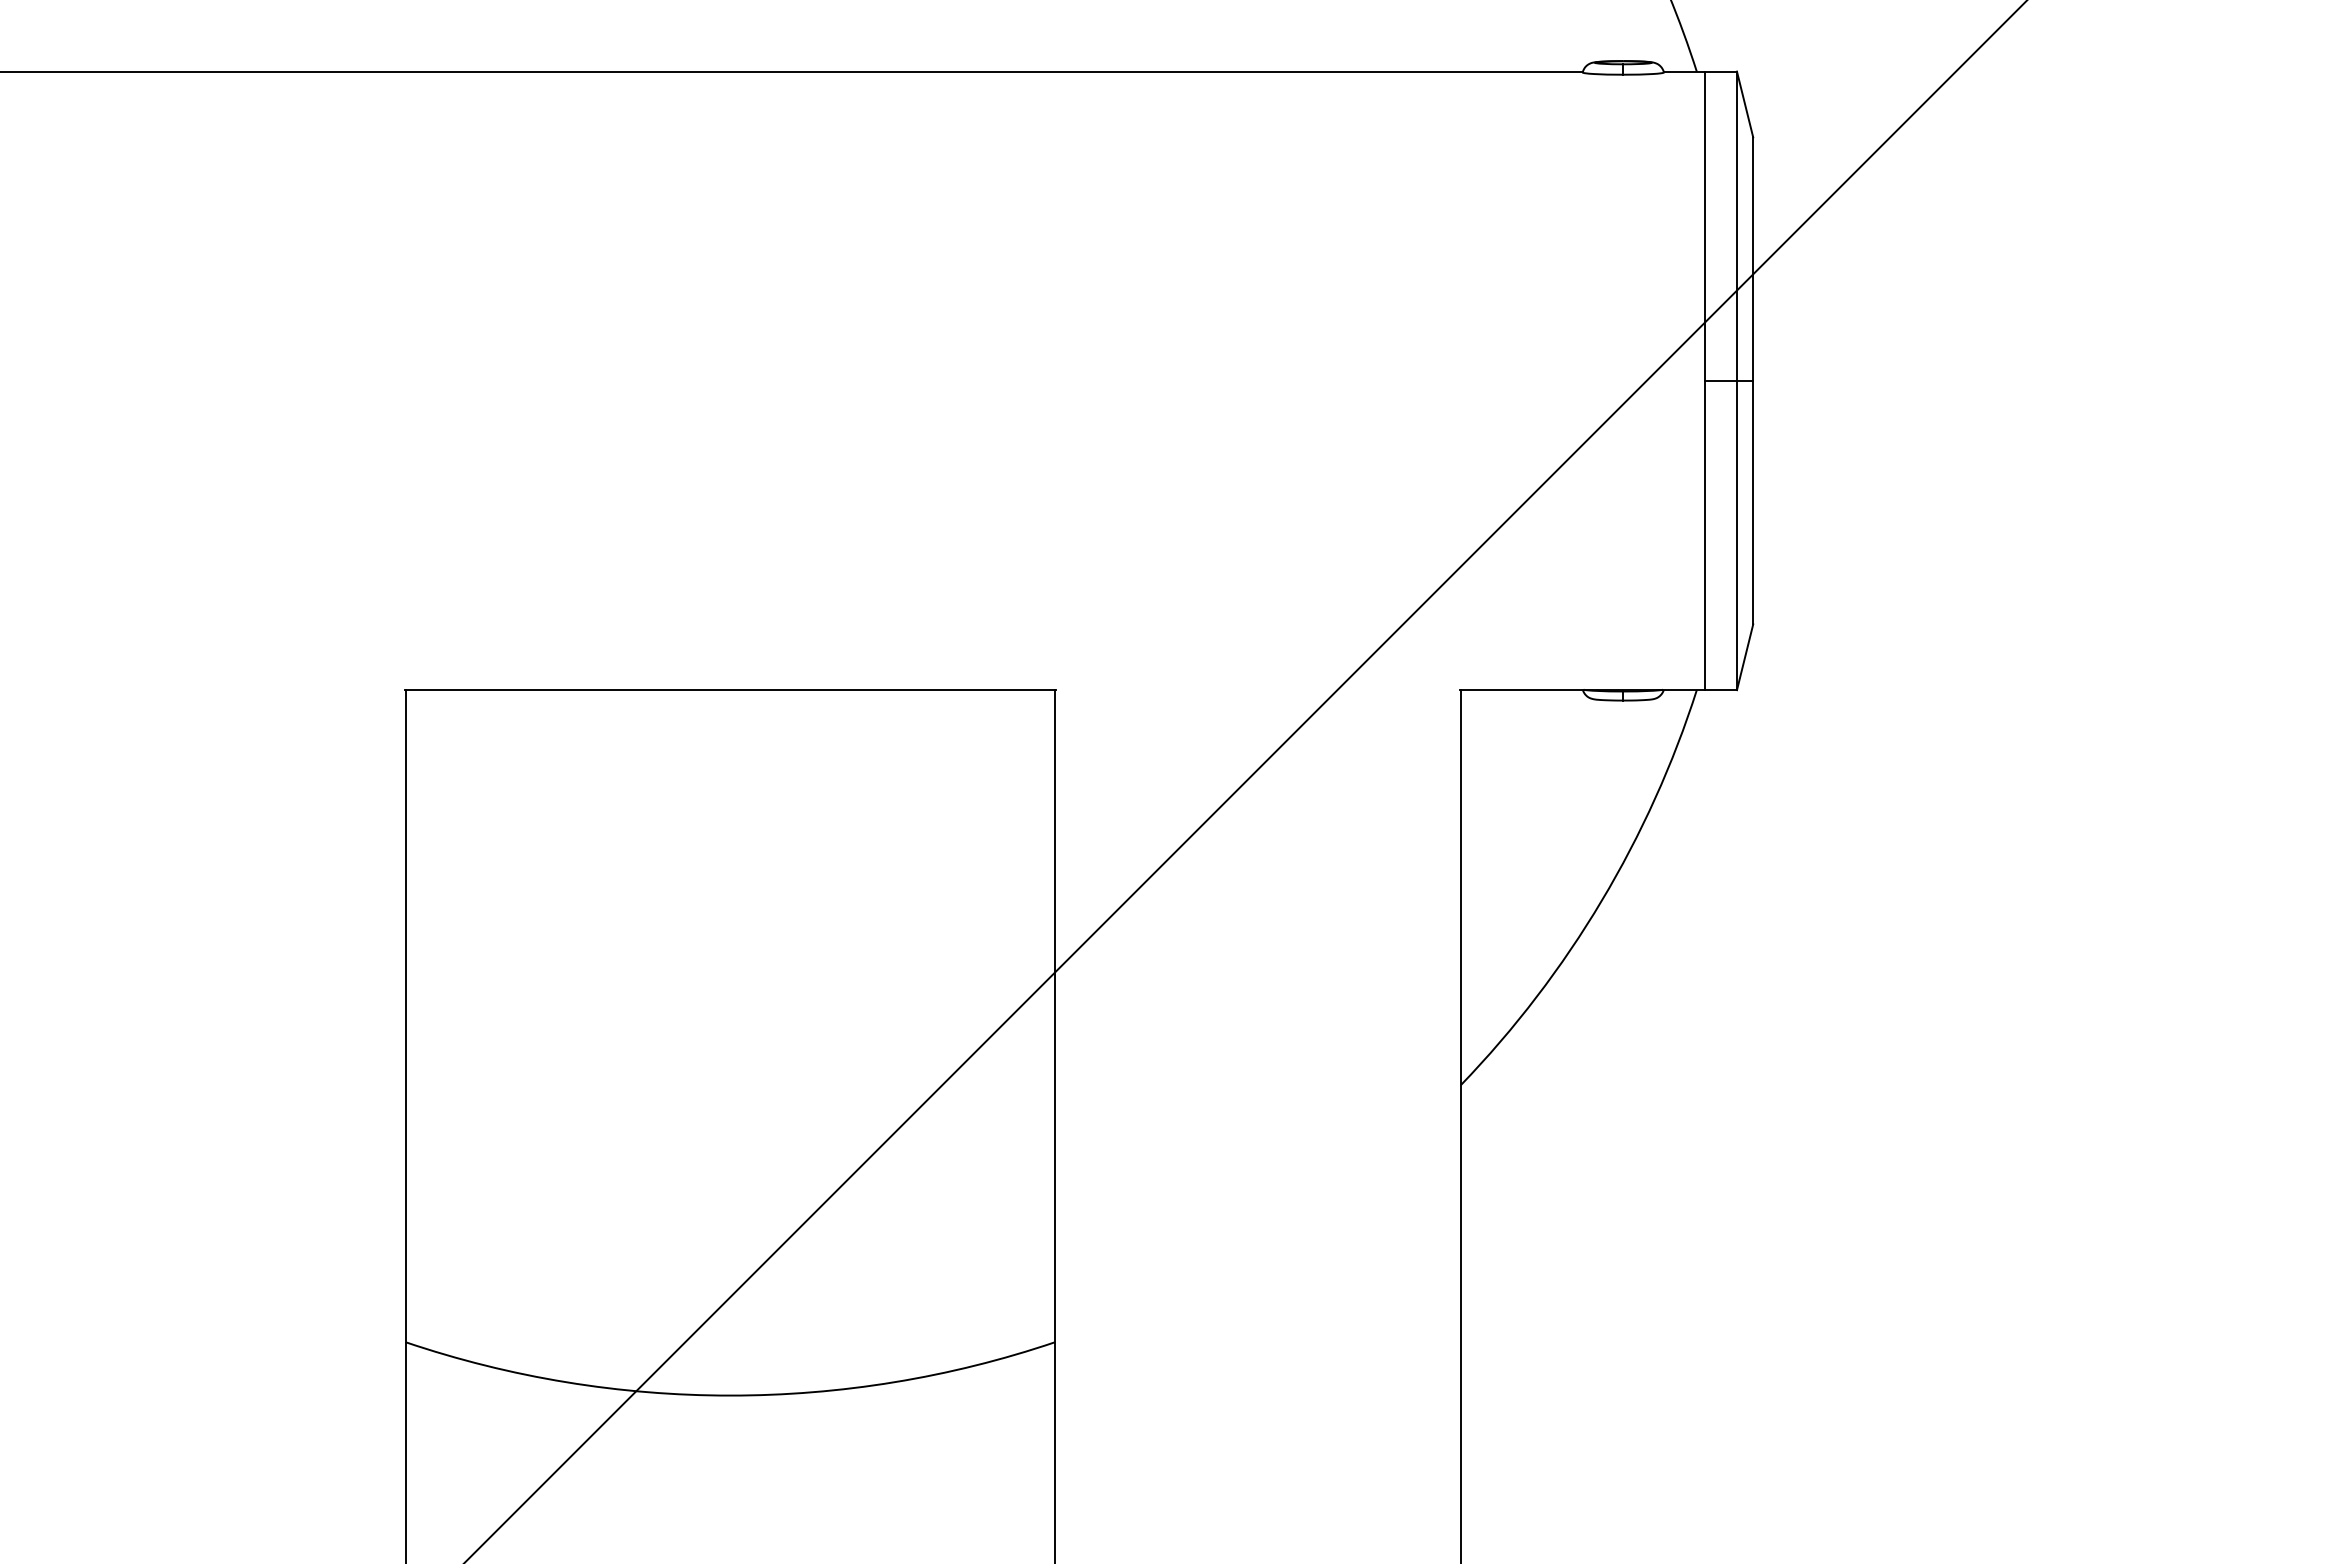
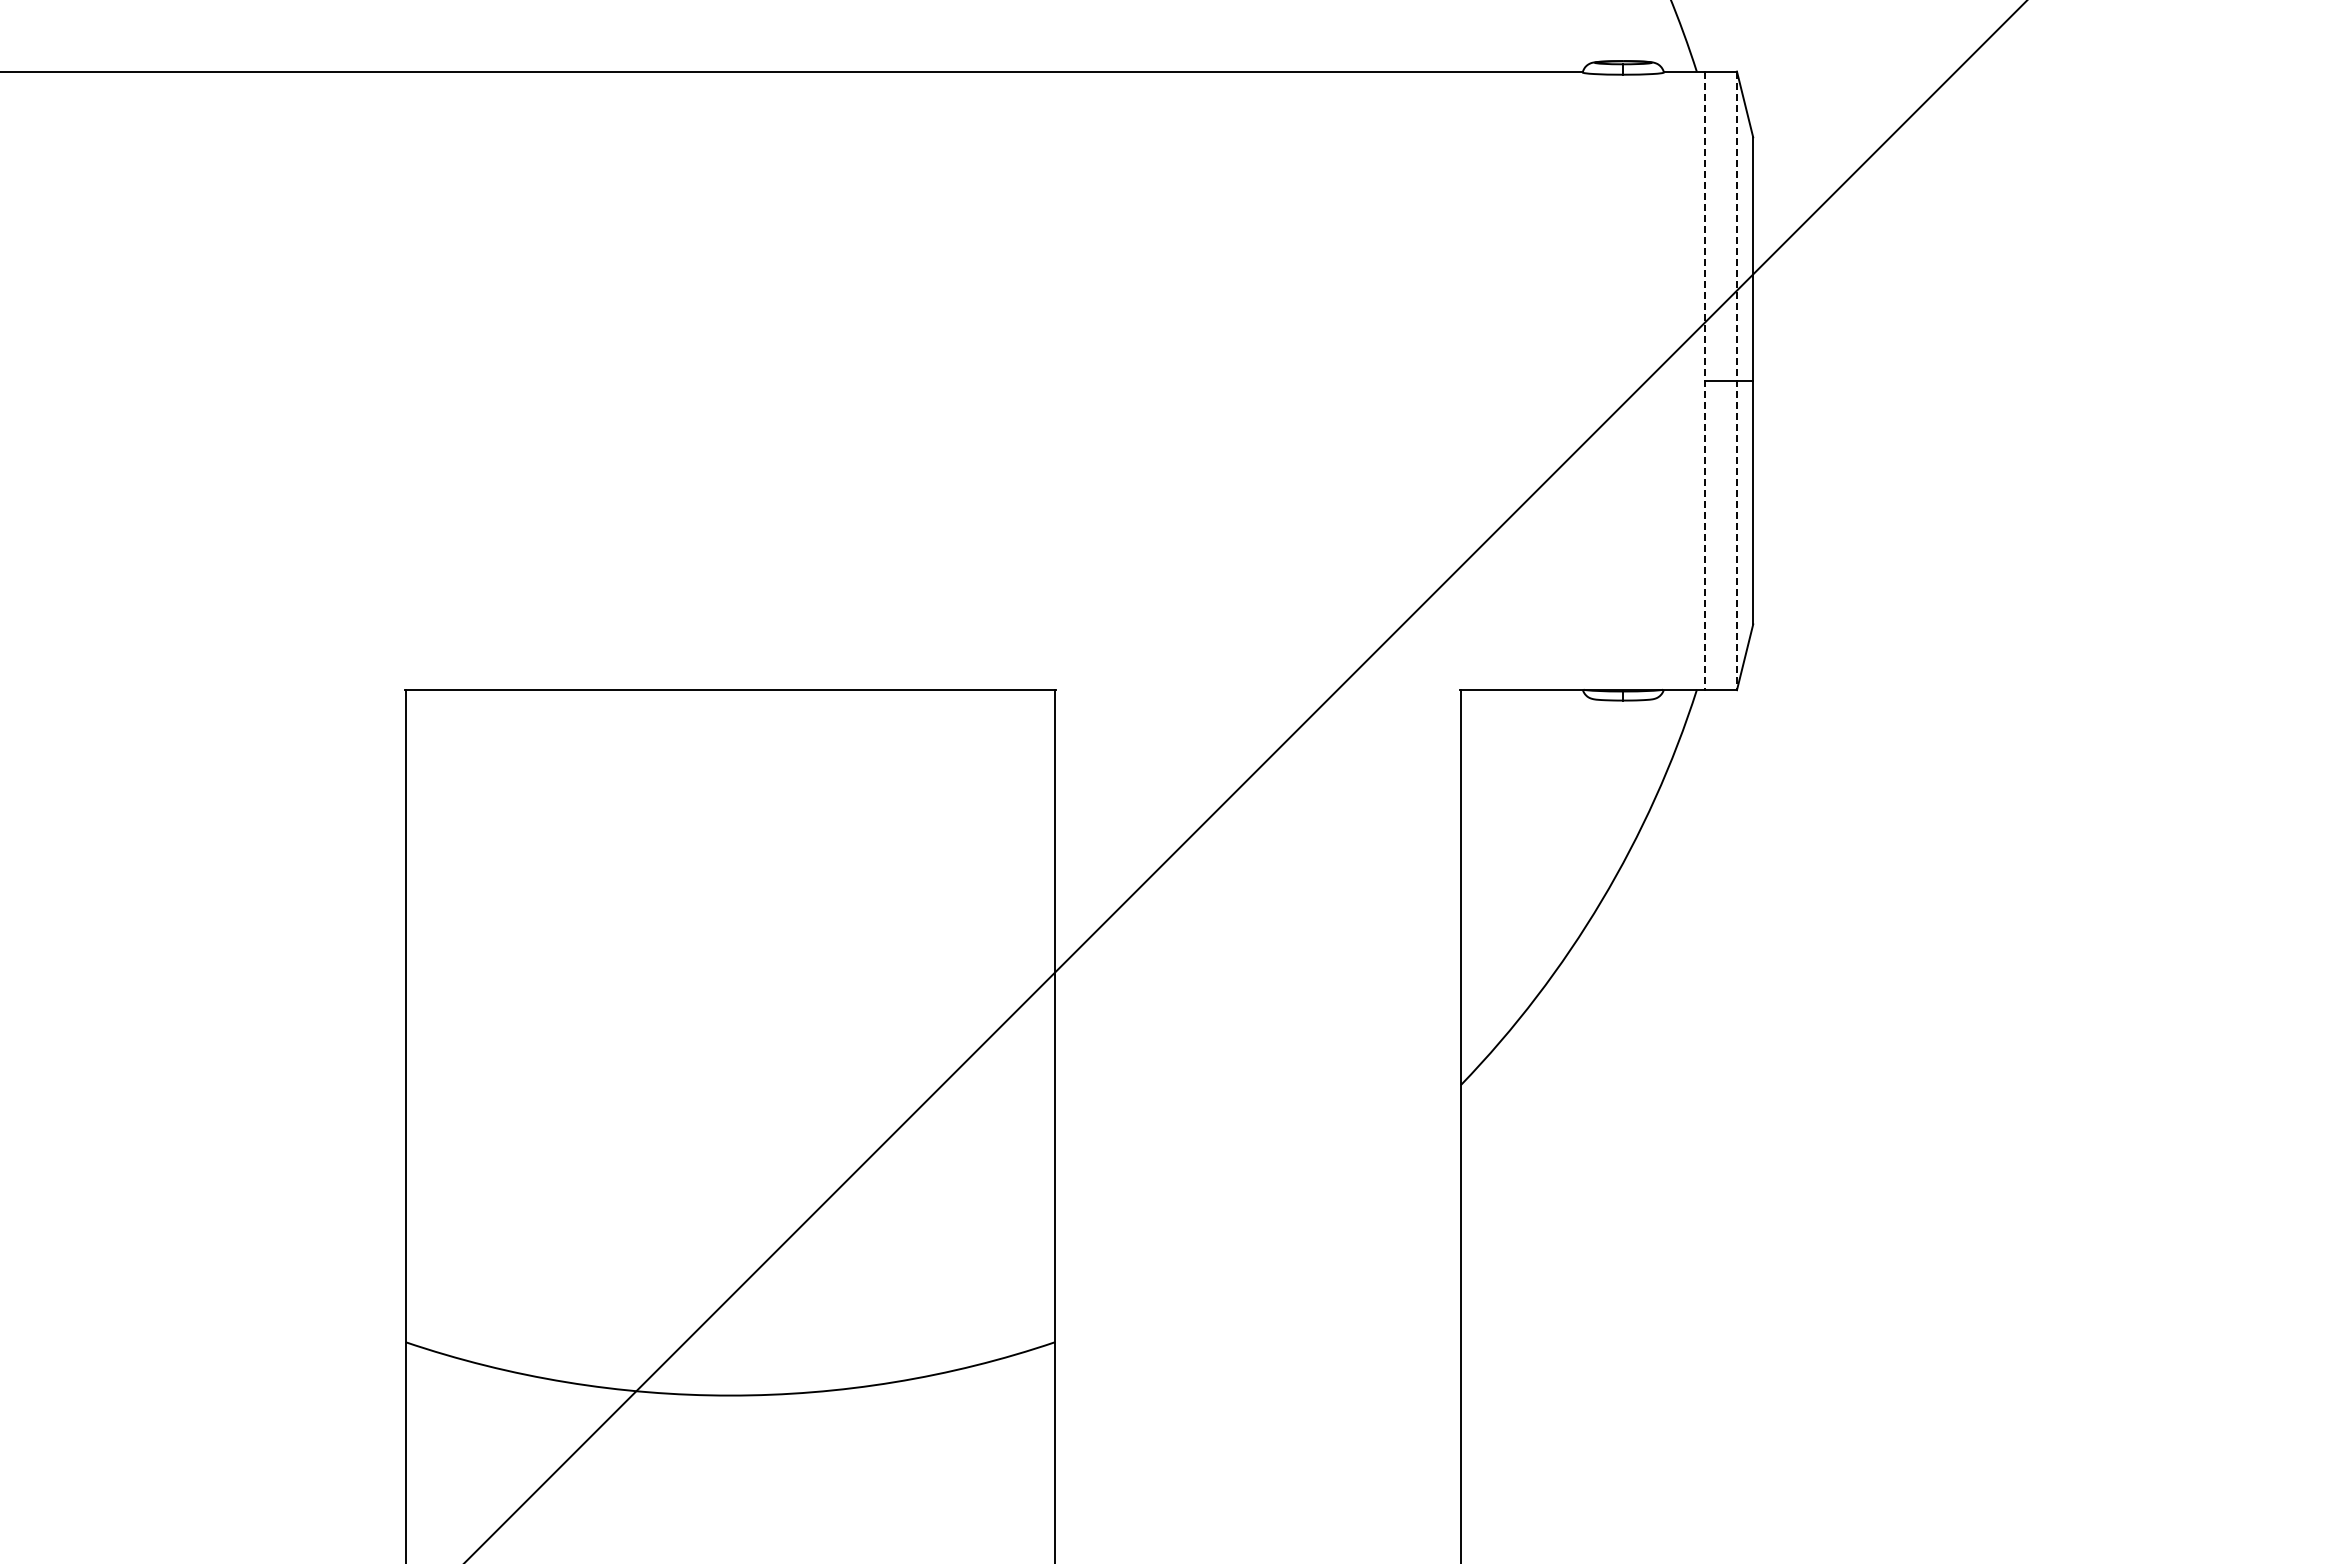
line at (1704, 381): solid -> dashed
line at (1736, 381): solid -> dashed
